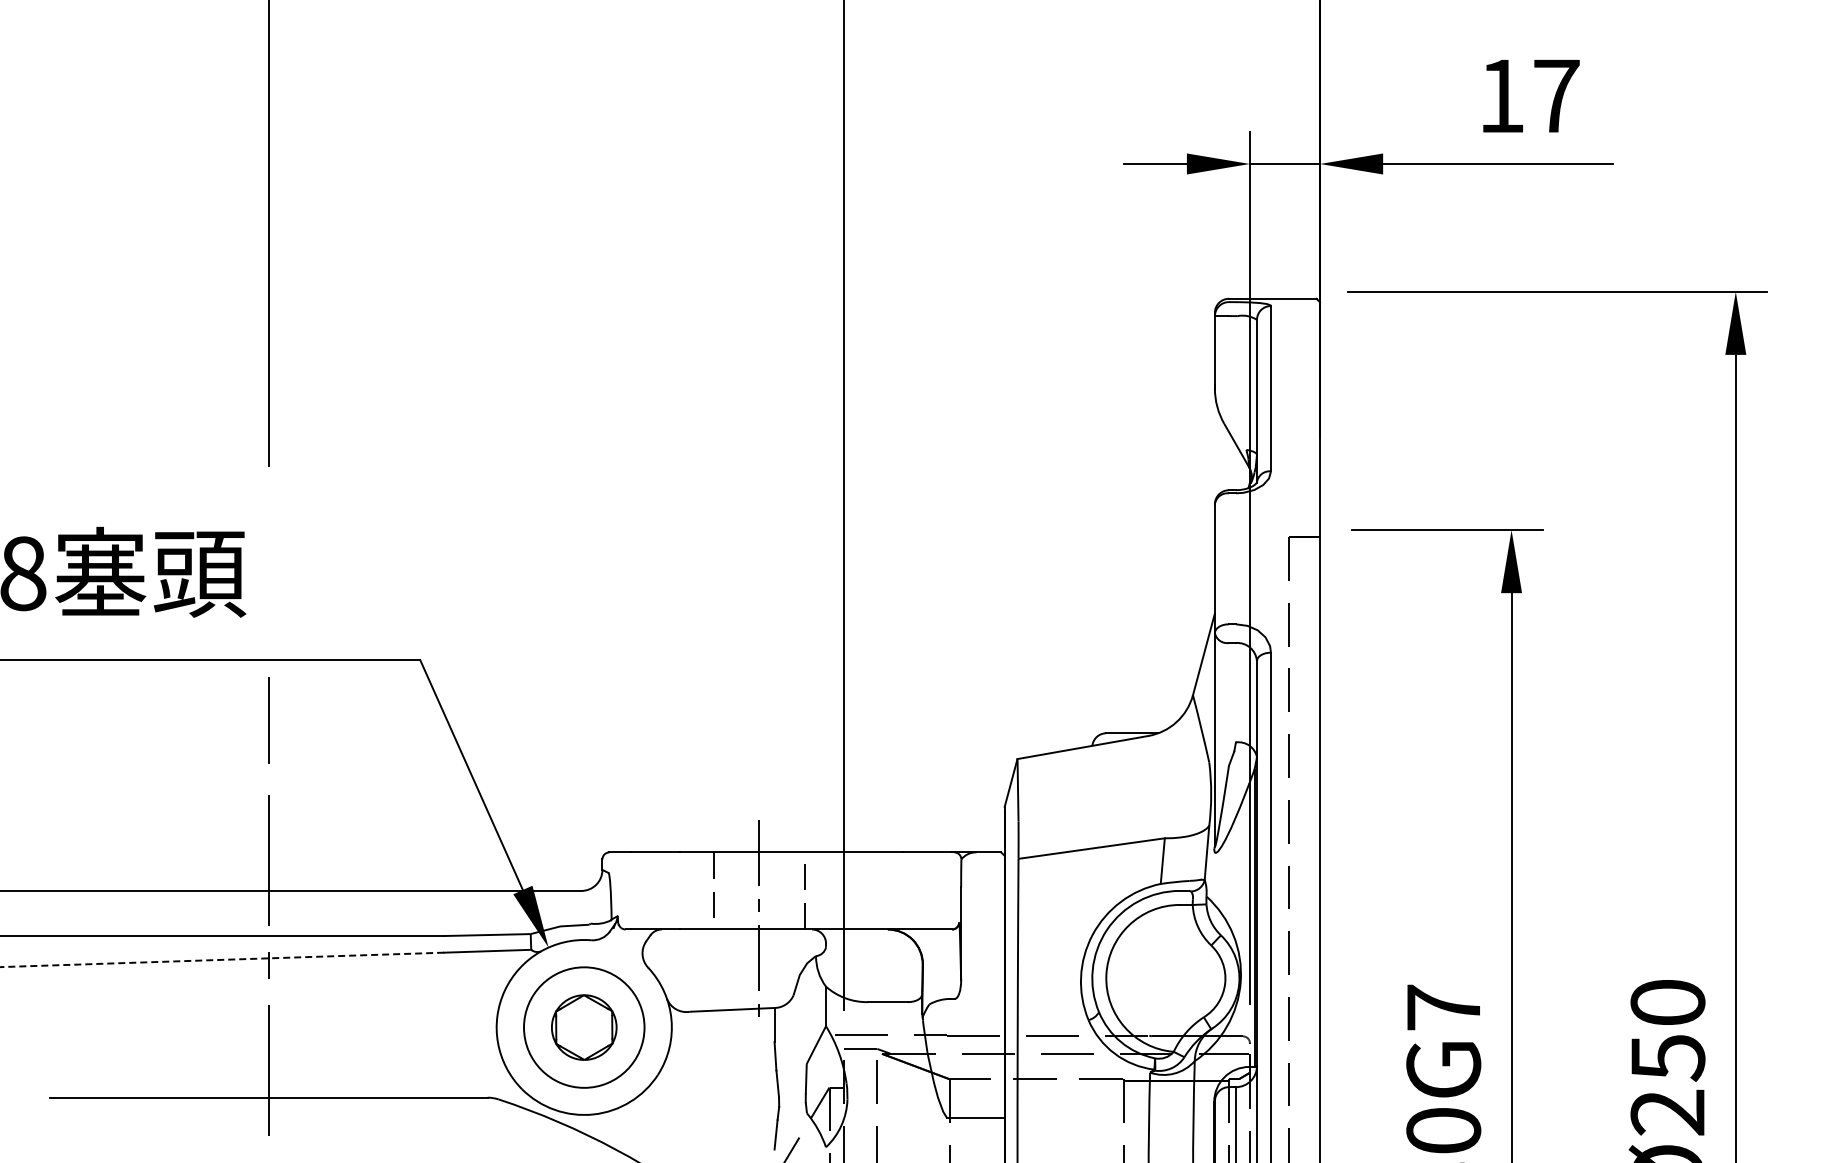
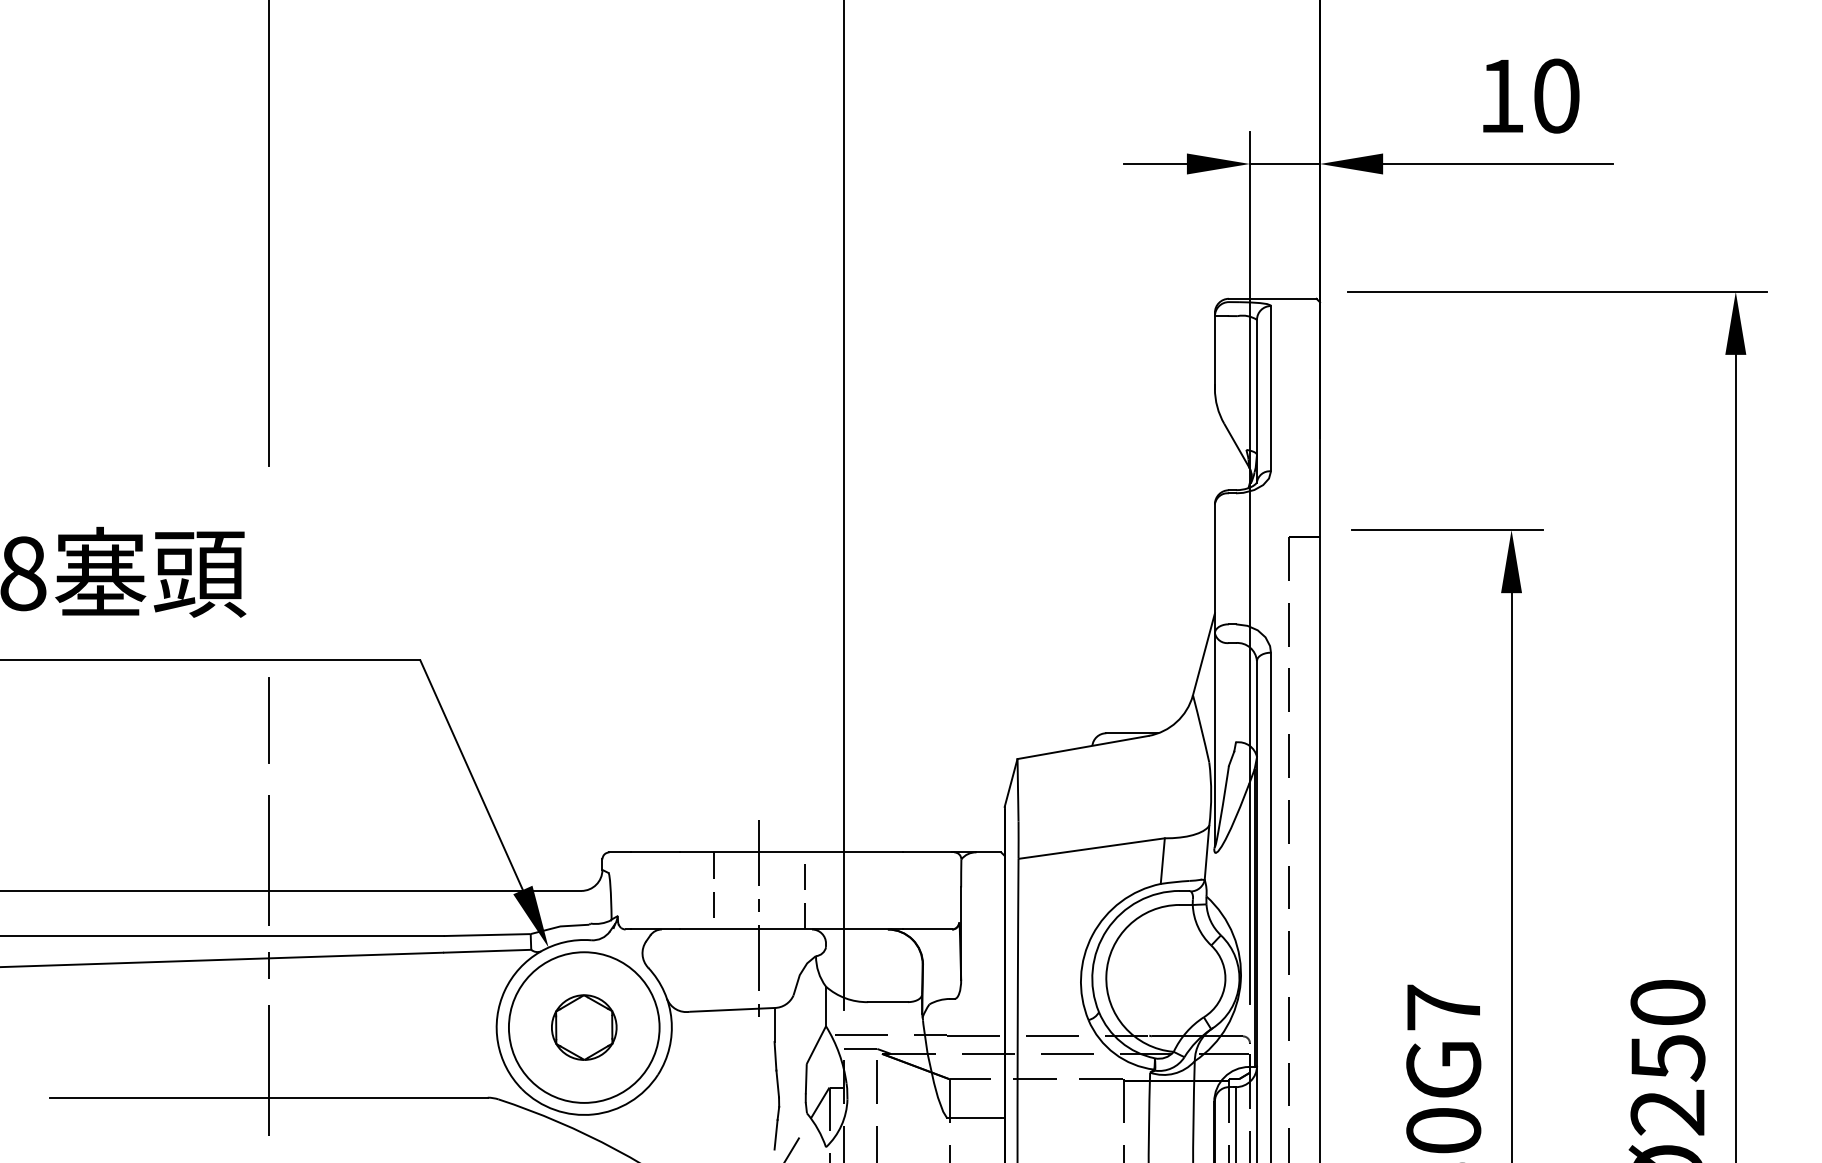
text at (1556, 95): 17 -> 10
line at (222, 959): dashed -> solid
circle at (584, 1027) diameter: 121 px -> 151 px
